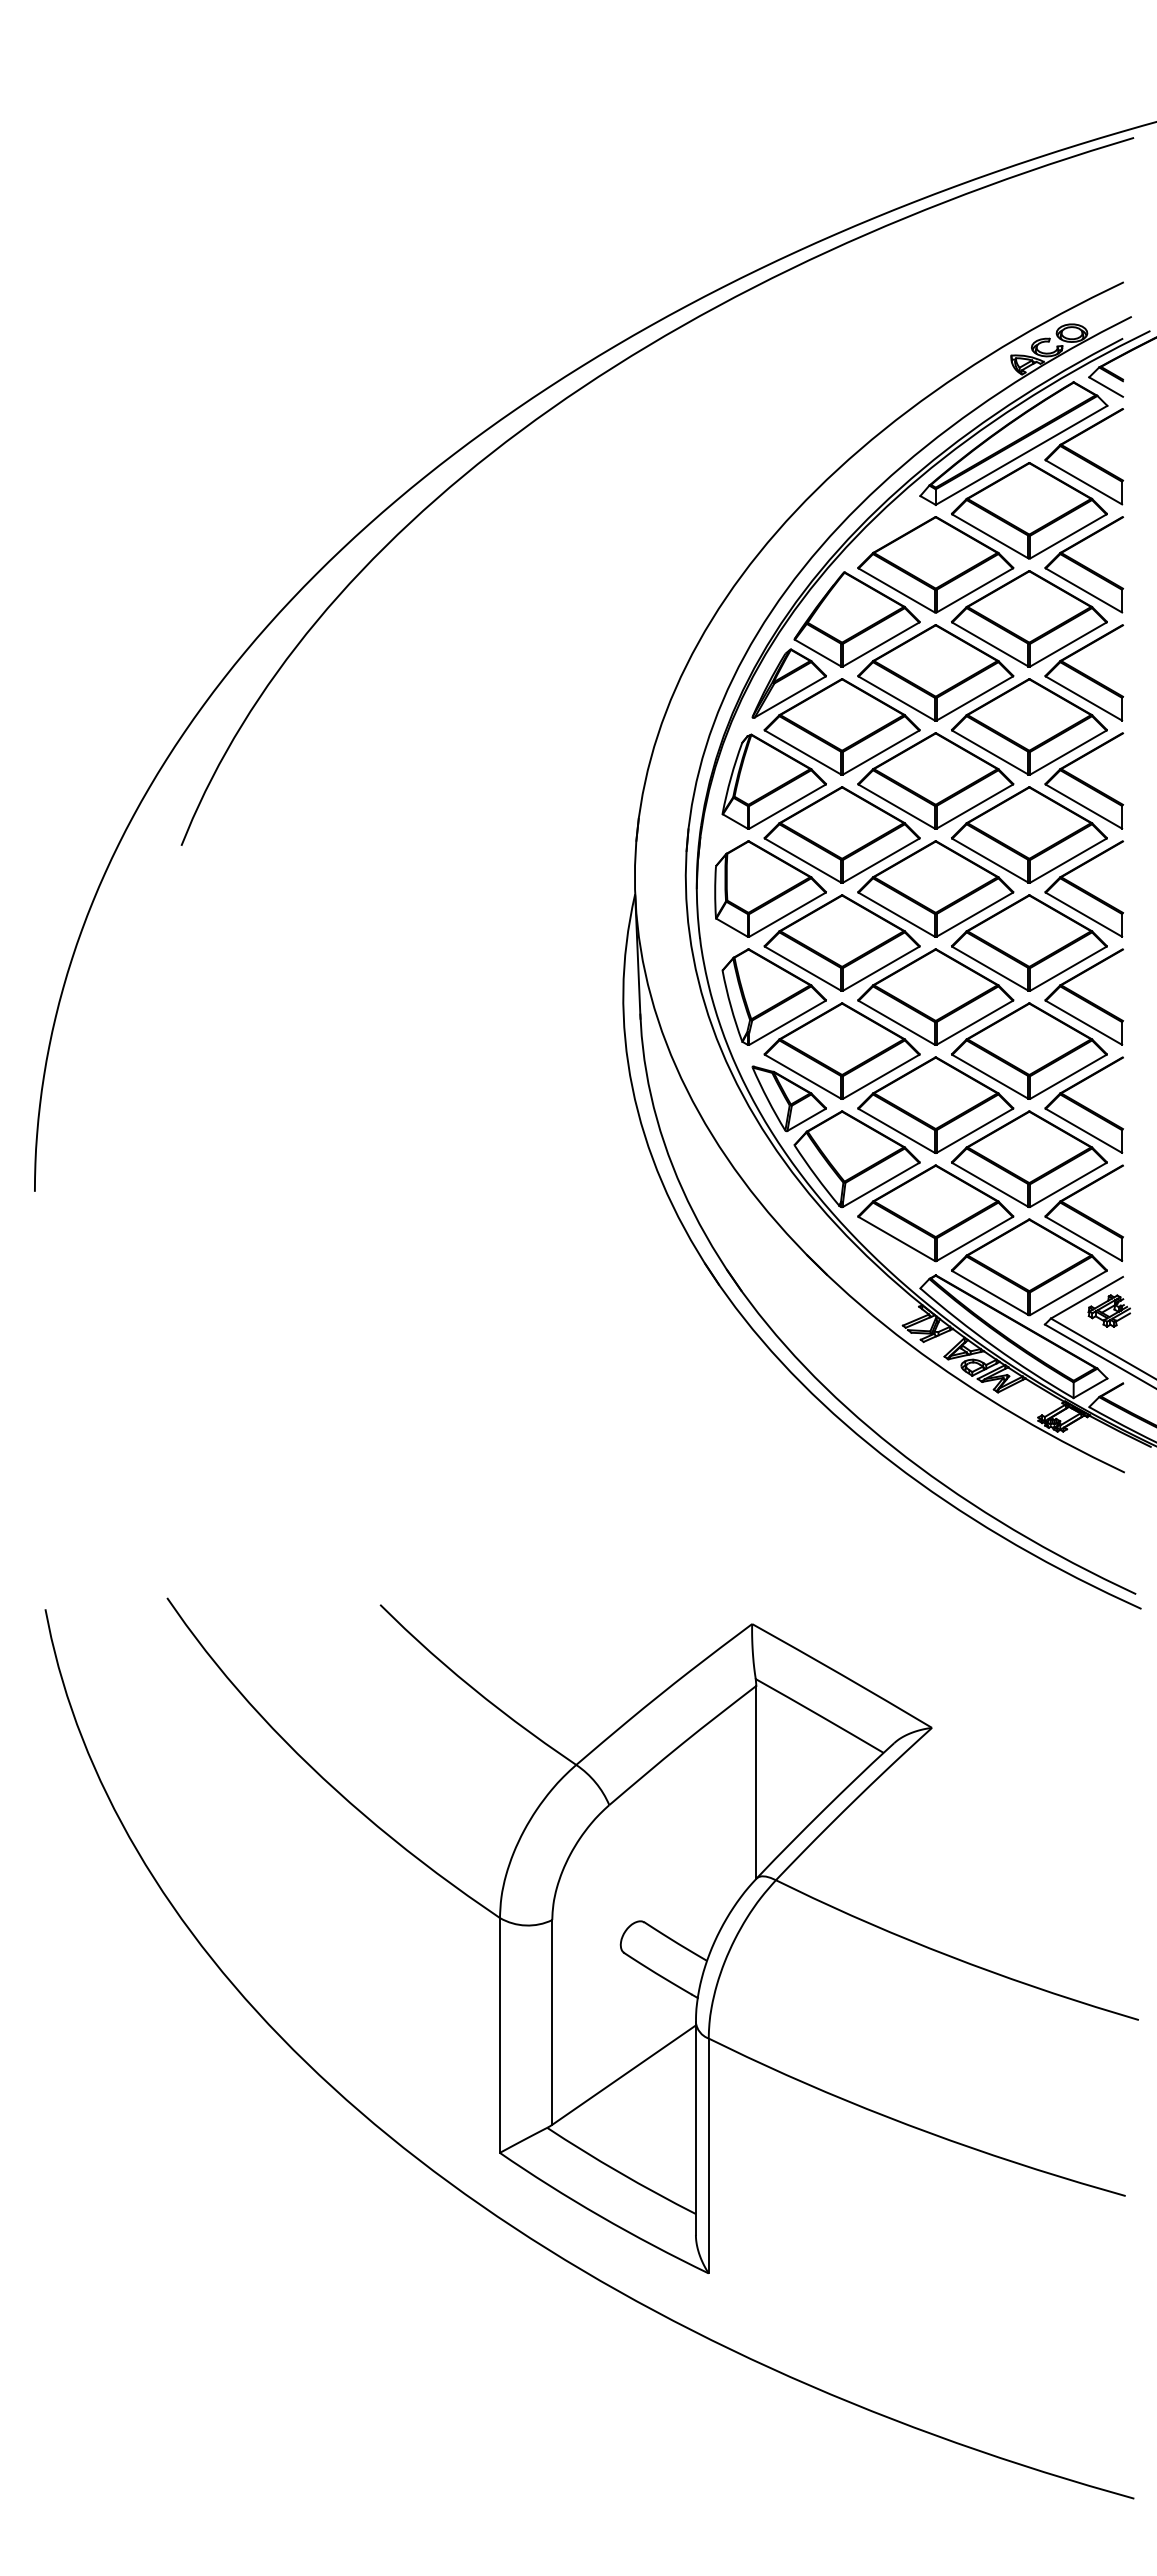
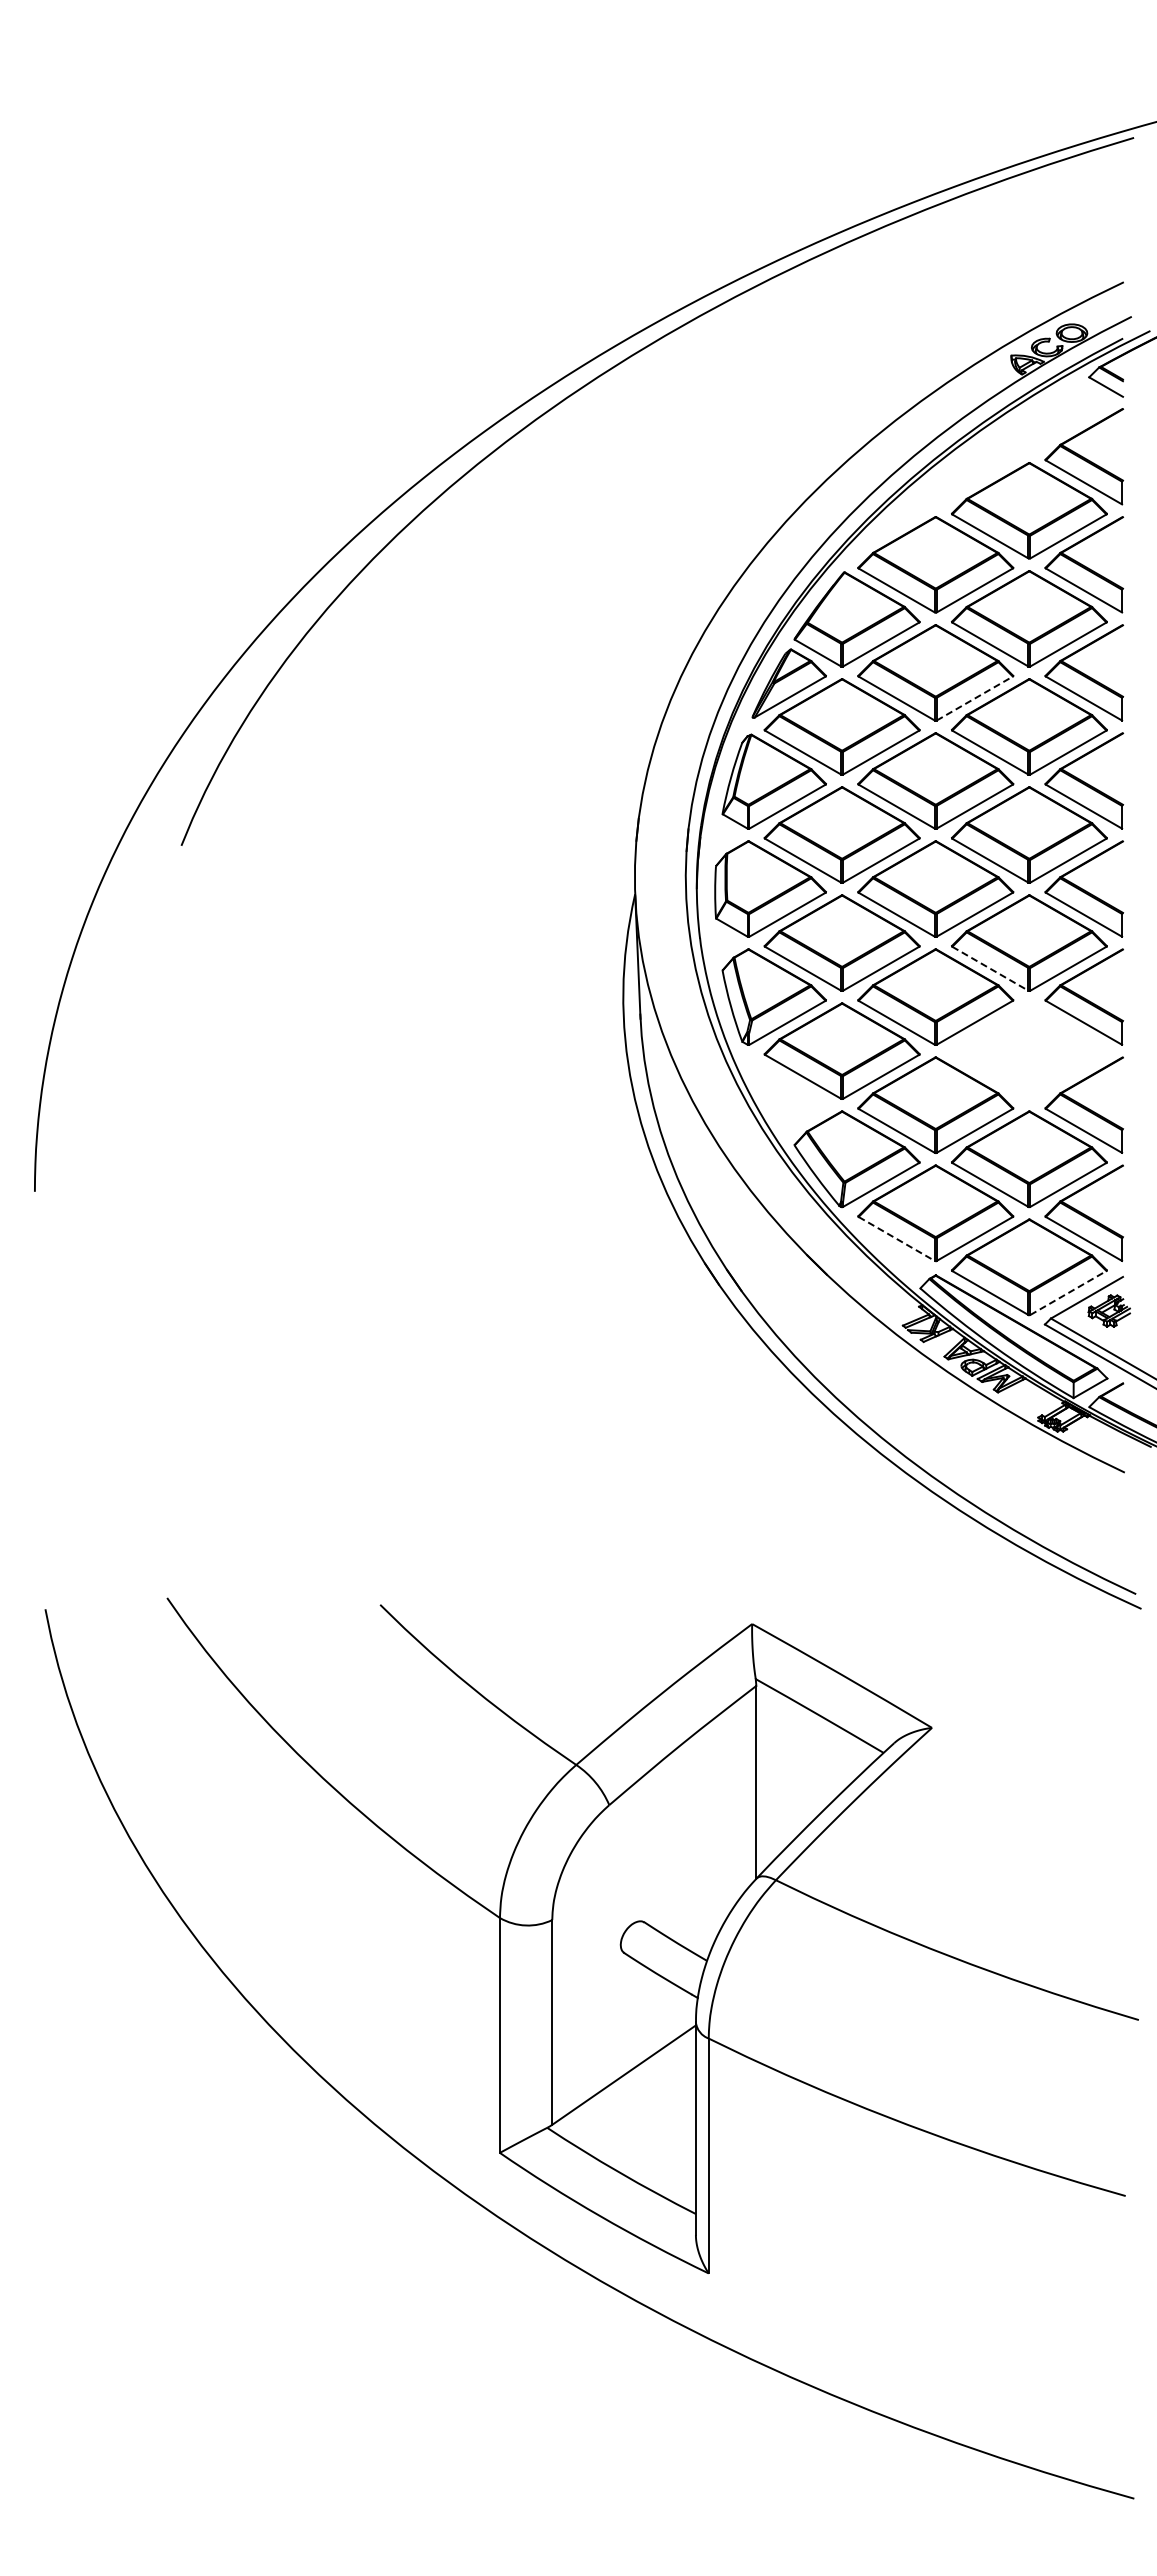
part at (1013, 443): present -> none
line at (974, 698): solid -> dashed
line at (990, 968): solid -> dashed
part at (1029, 1050): present -> none
part at (788, 1098): present -> none
line at (896, 1238): solid -> dashed
line at (1068, 1293): solid -> dashed
